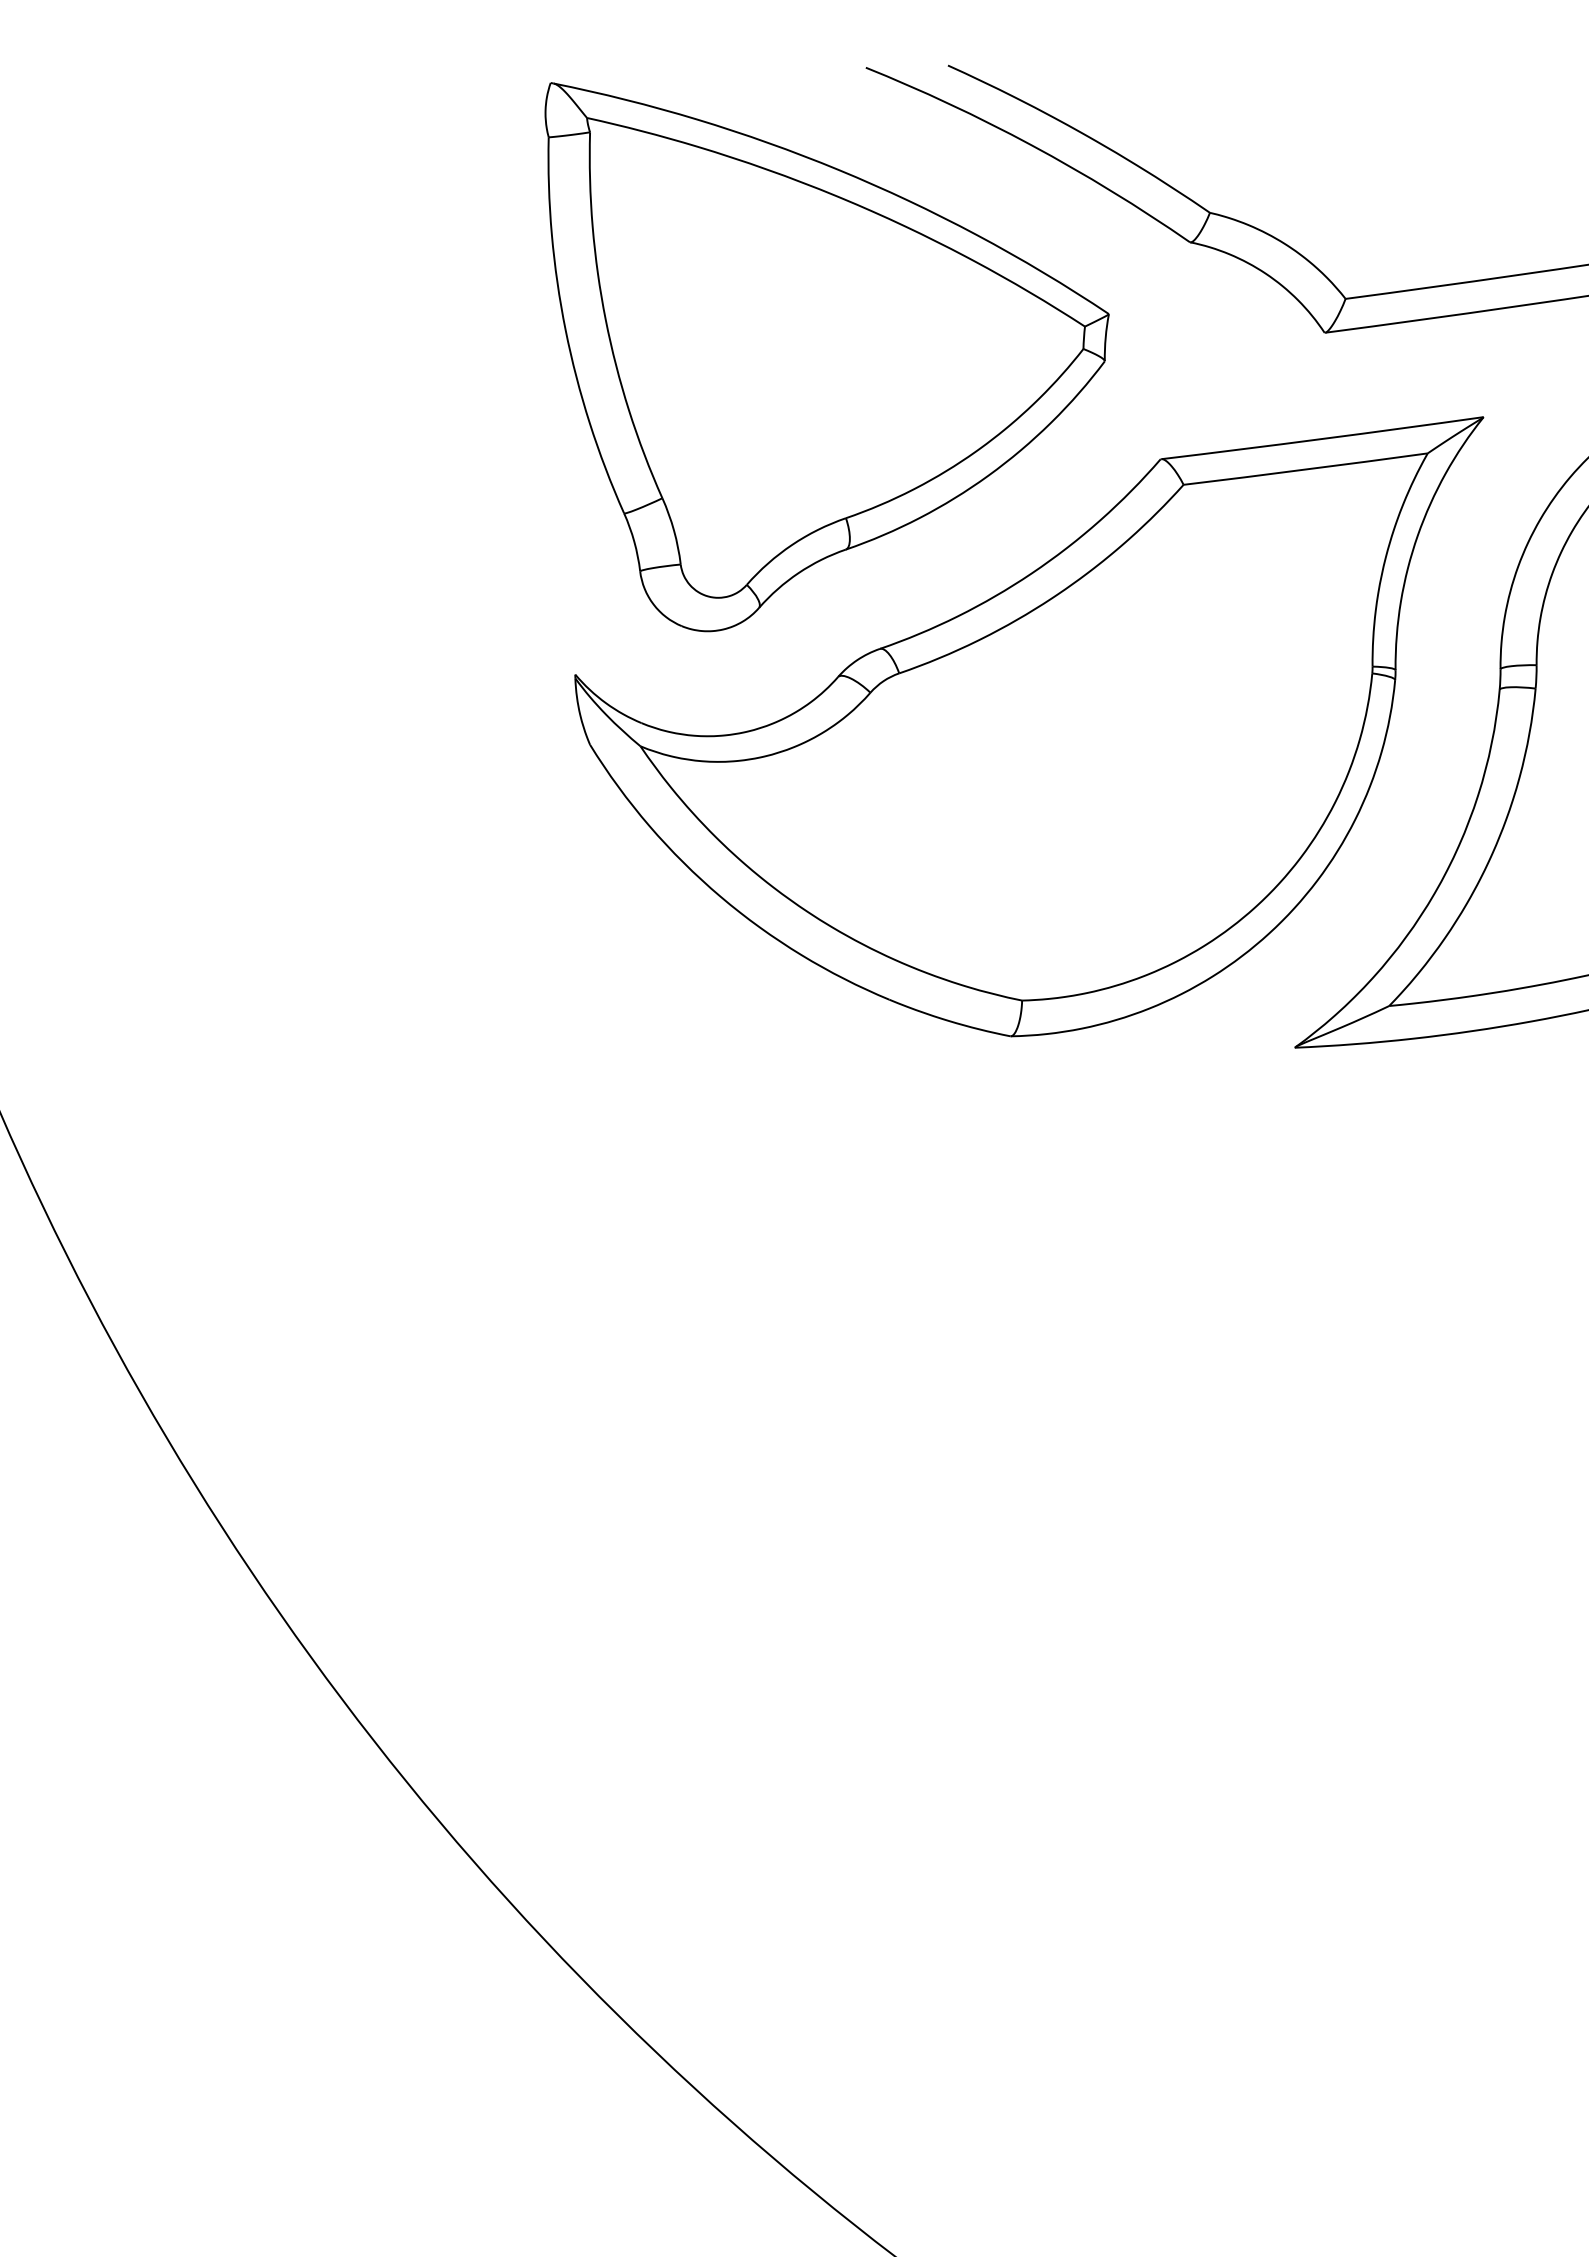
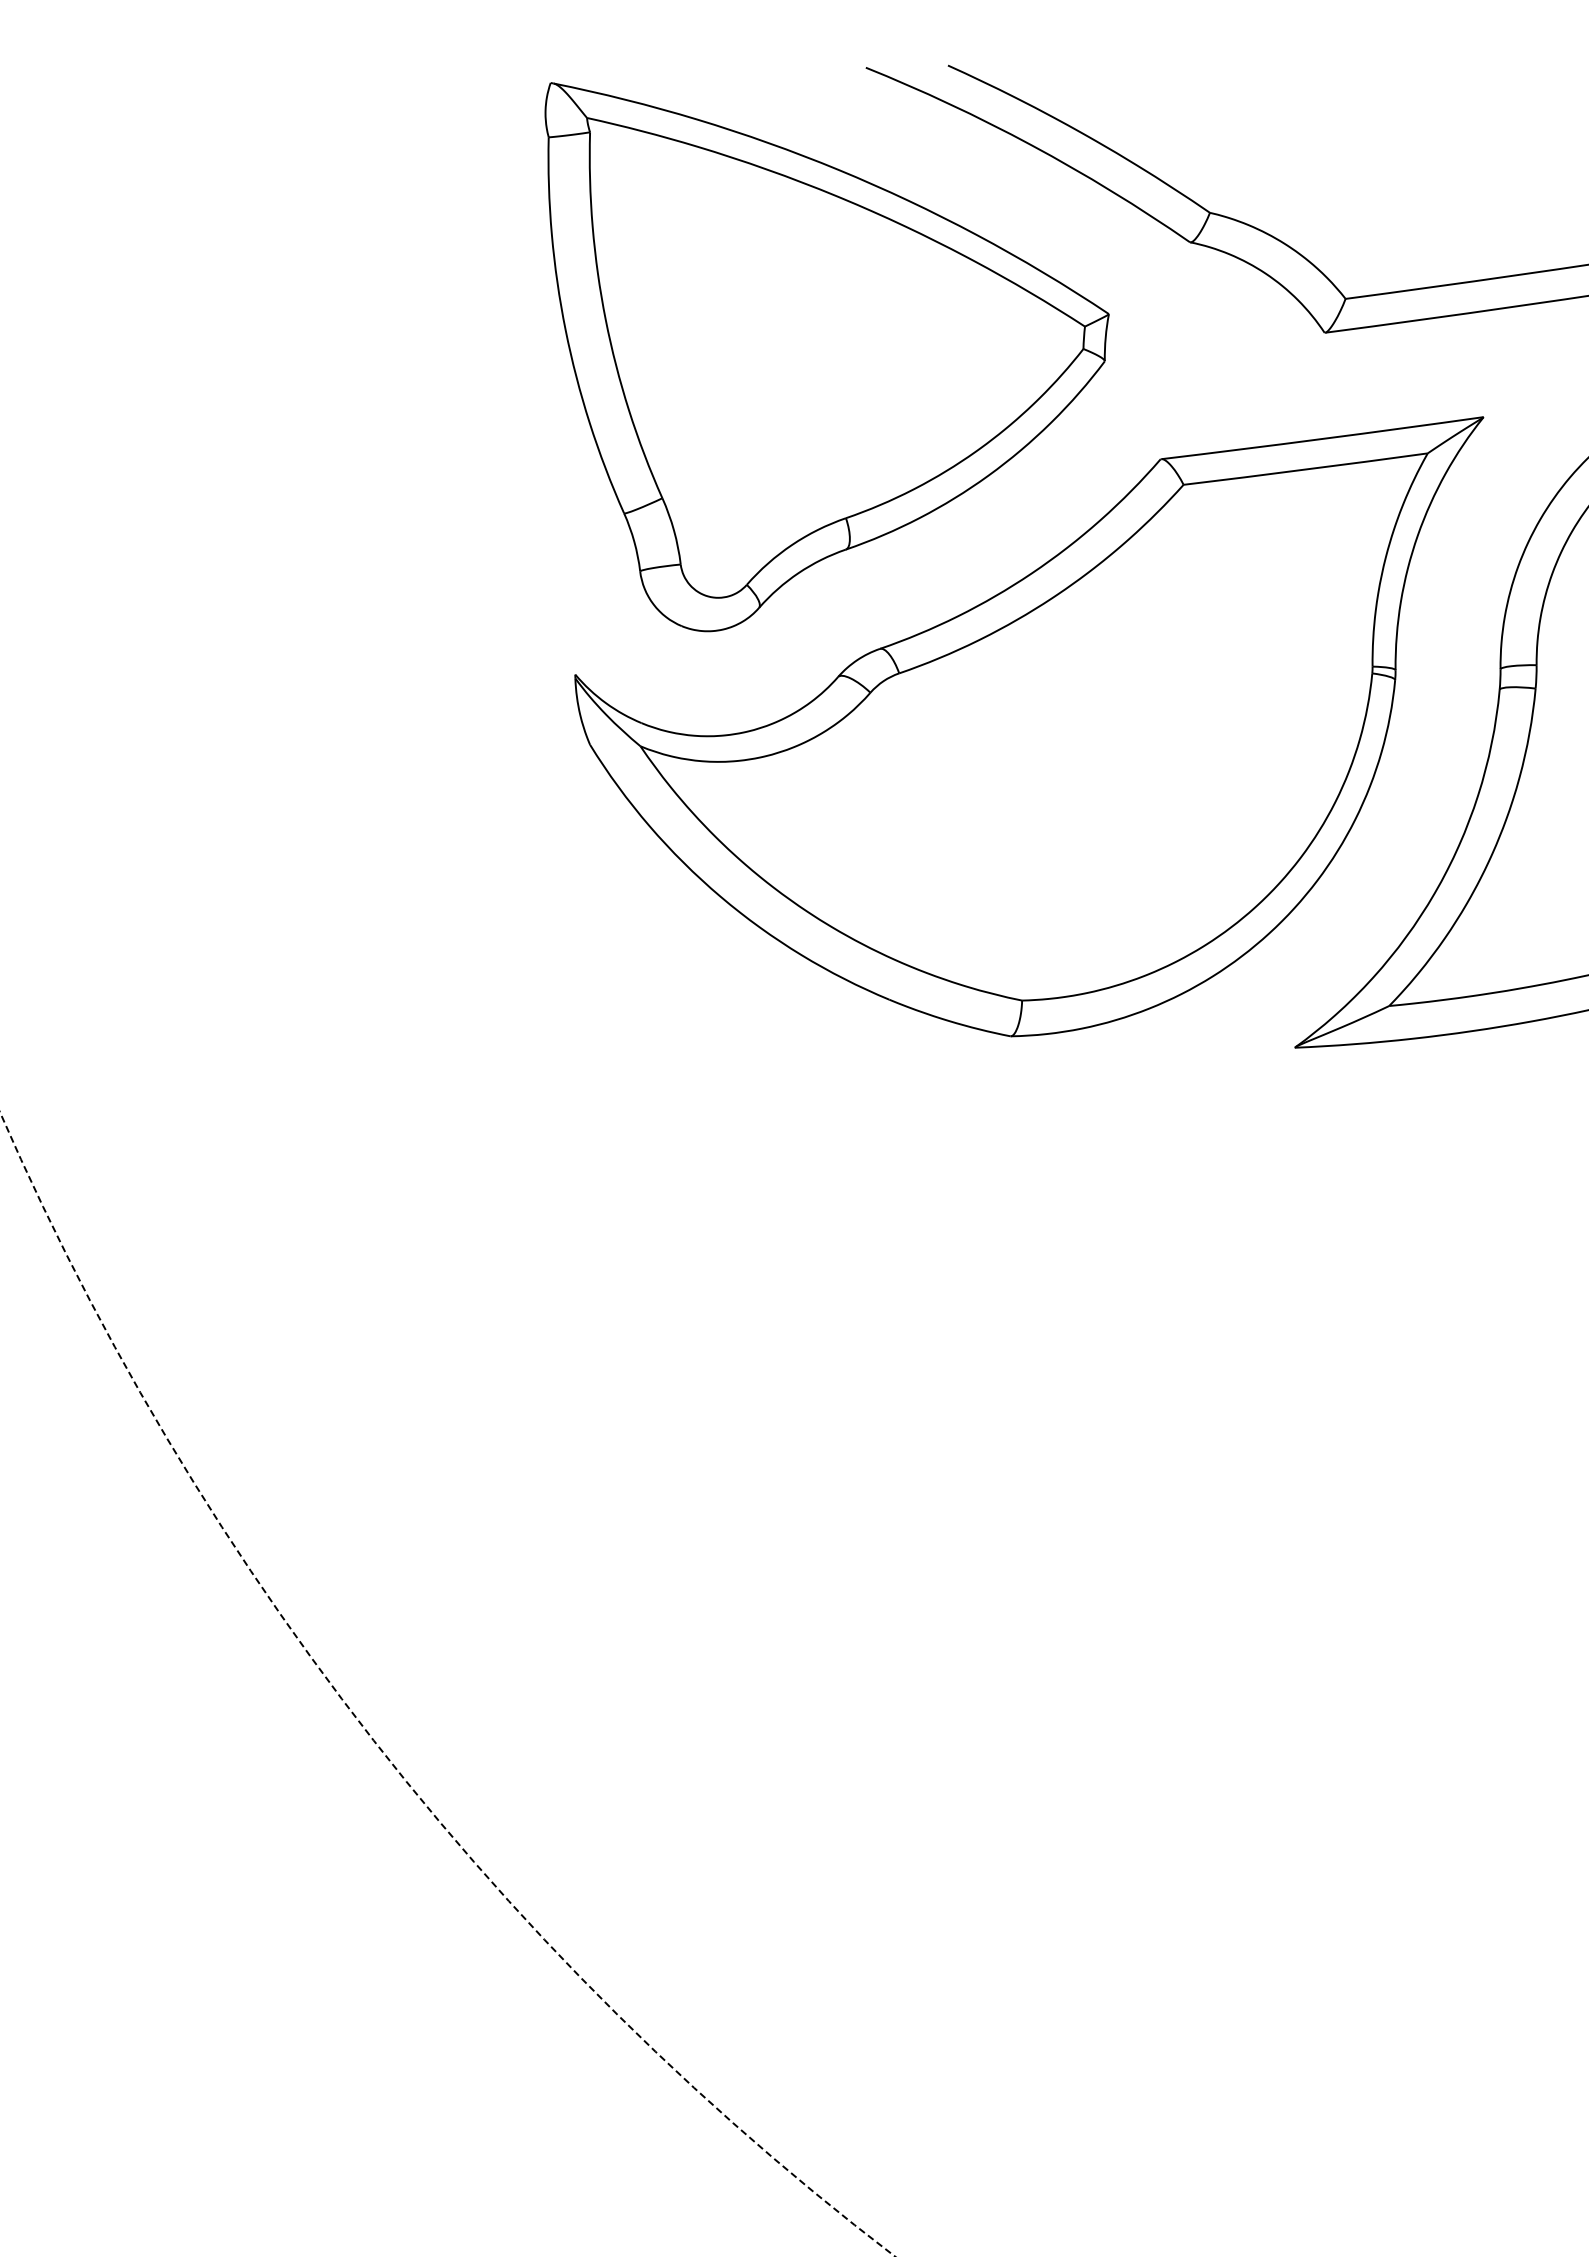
arc at (373, 1740): solid -> dashed
